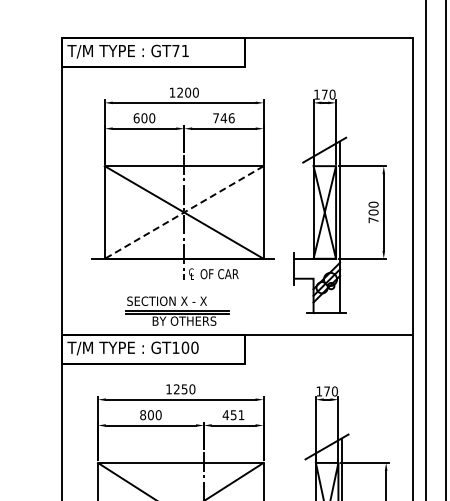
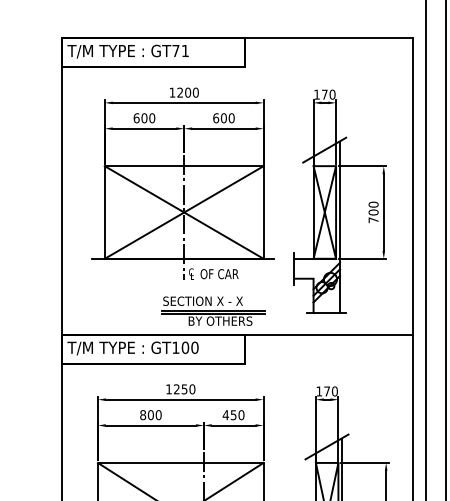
text at (223, 118): 746 -> 600
line at (184, 212): dashed -> solid
part at (177, 310) position: (177, 310) -> (213, 310)
text at (241, 415): 451 -> 450
